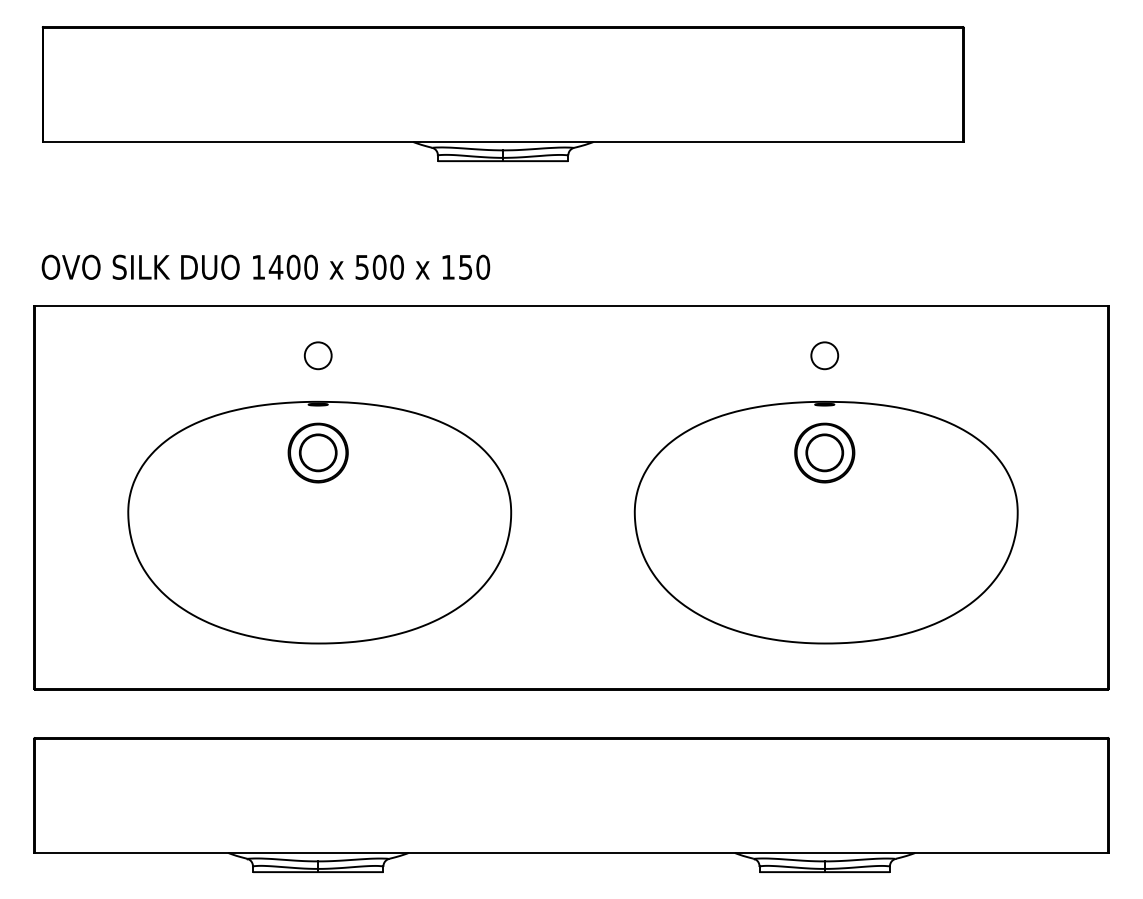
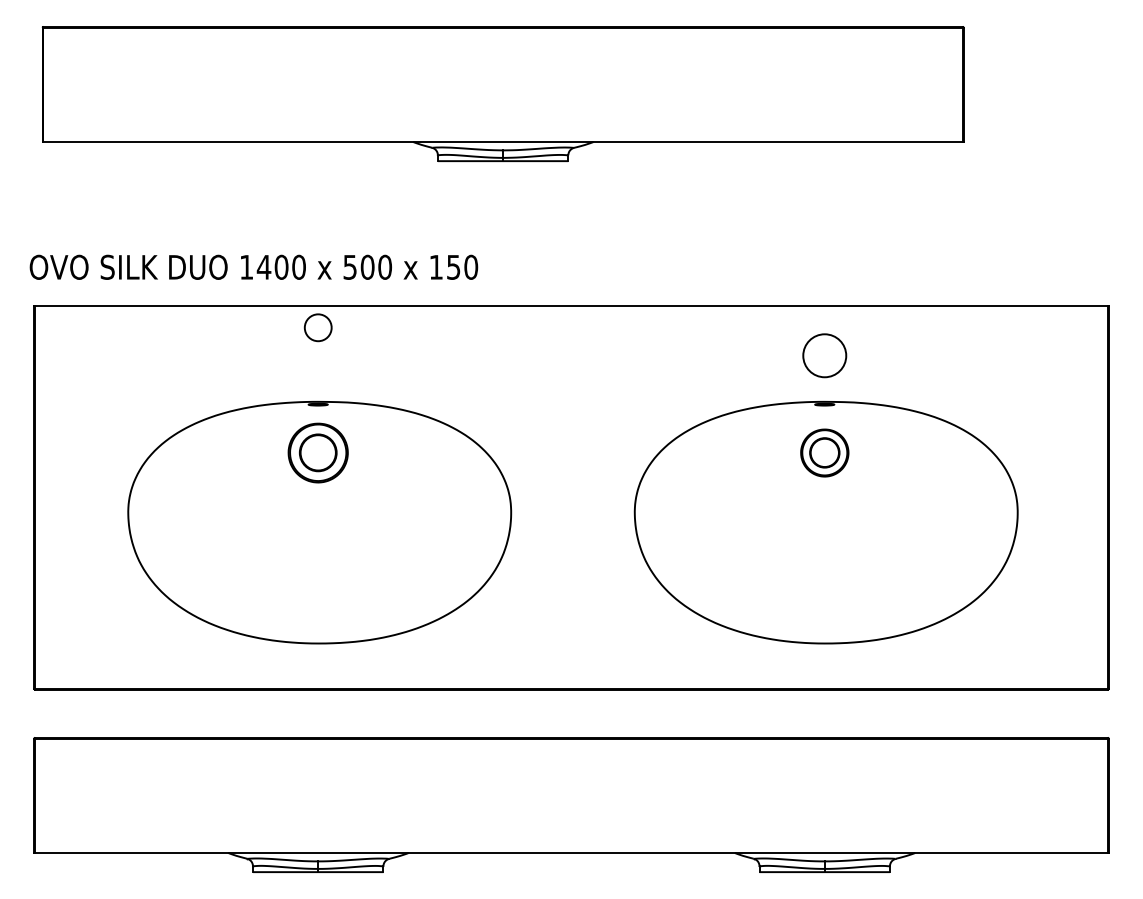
text at (265, 266) position: (265, 266) -> (253, 266)
circle at (317, 355) position: (317, 355) -> (317, 327)
circle at (824, 355) diameter: 27 px -> 43 px
part at (824, 452) size: 62x62 px -> 50x50 px
